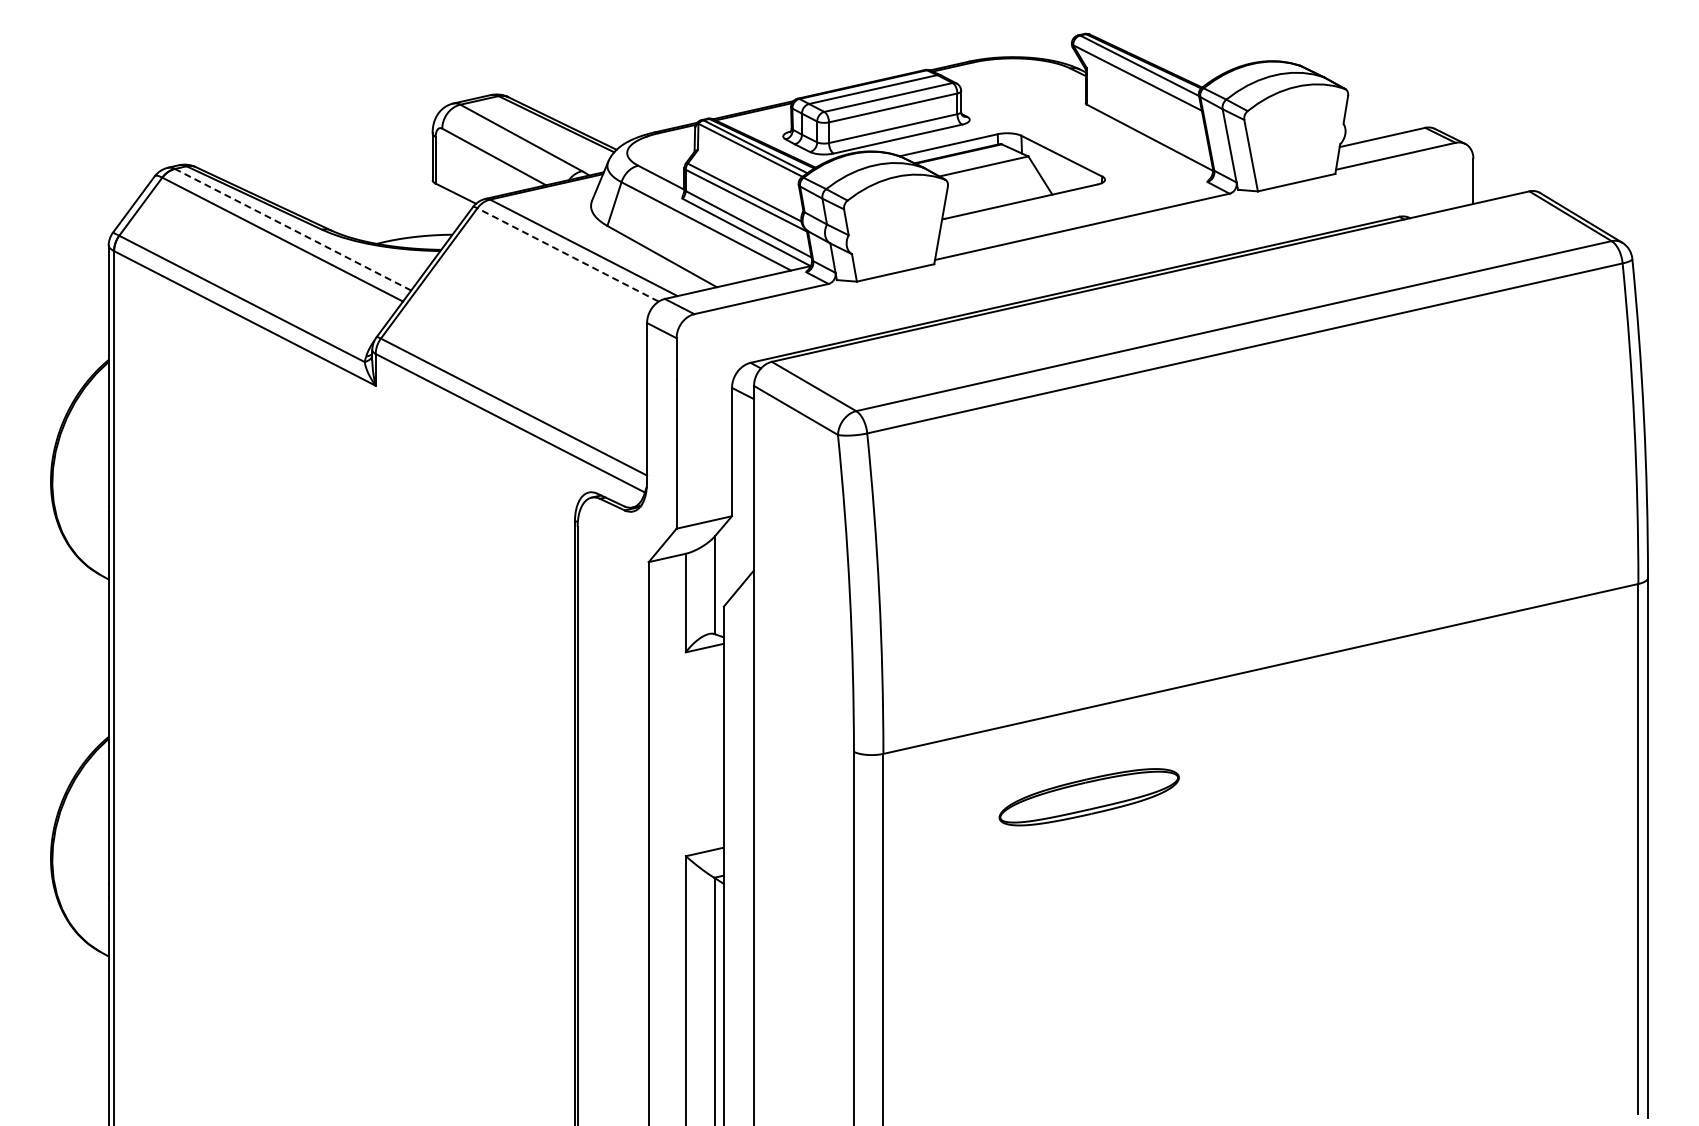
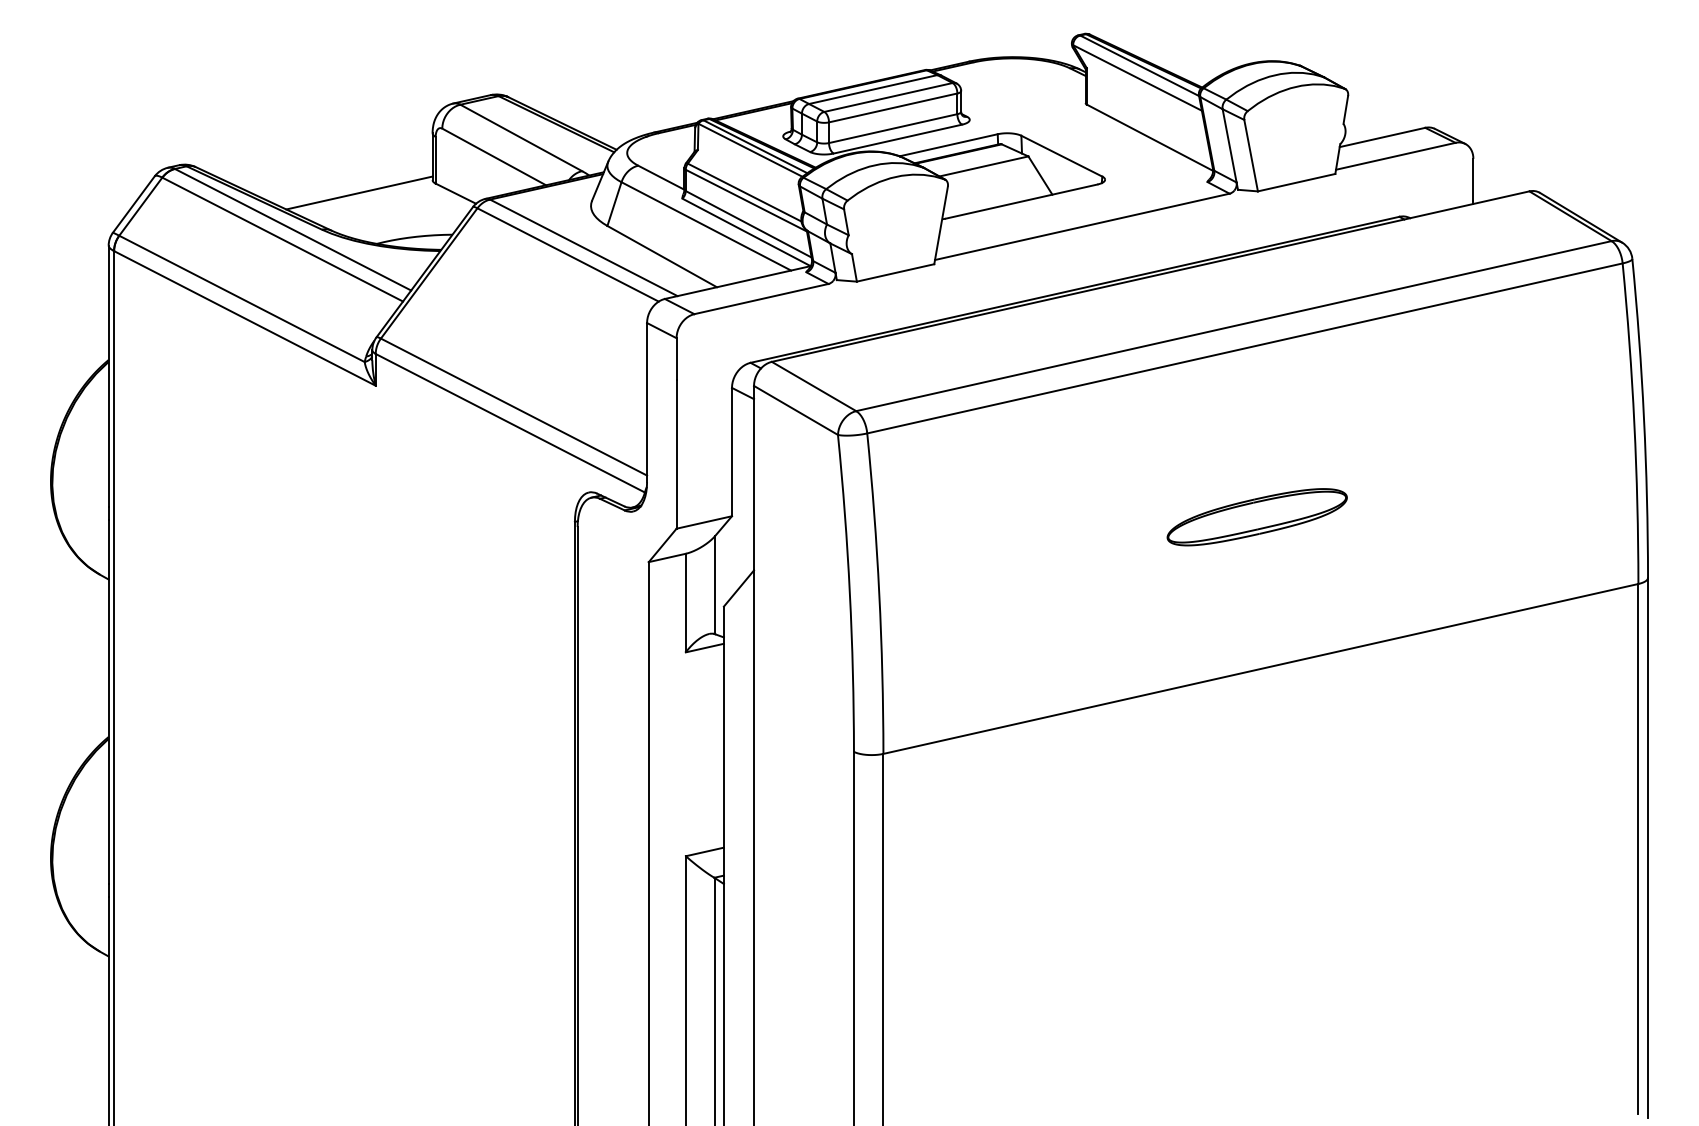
line at (359, 192): none -> present
line at (293, 229): dashed -> solid
line at (568, 254): dashed -> solid
part at (1088, 797) position: (1088, 797) -> (1256, 517)
